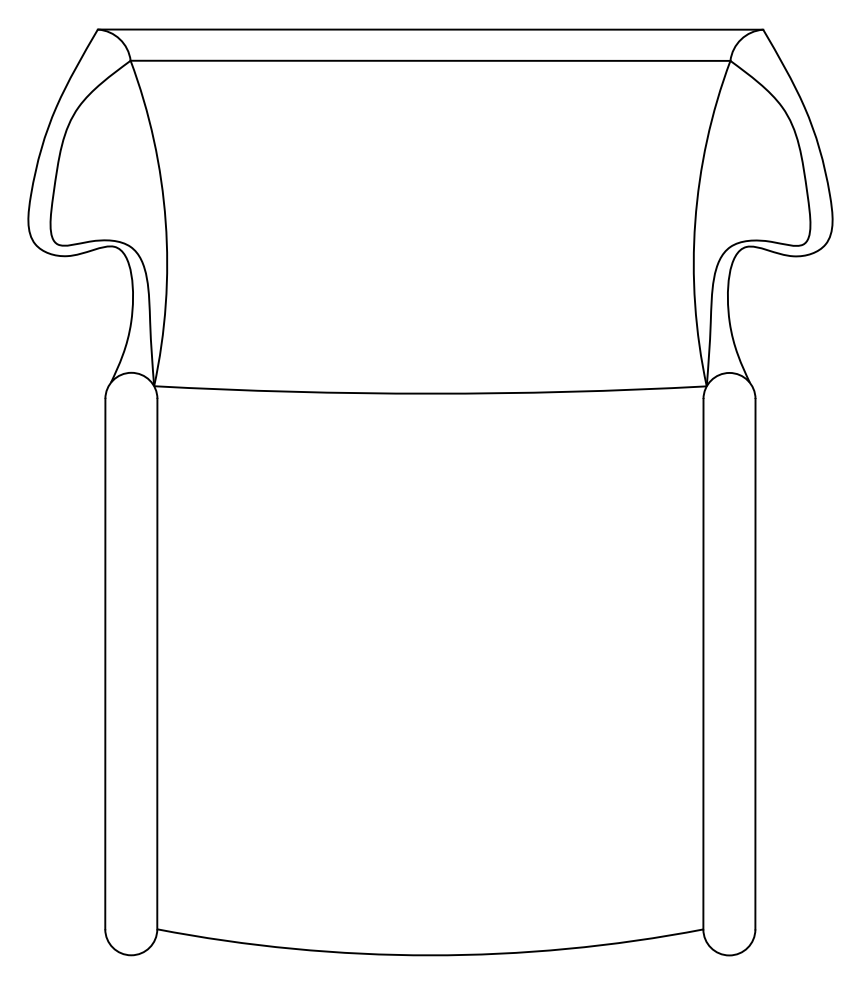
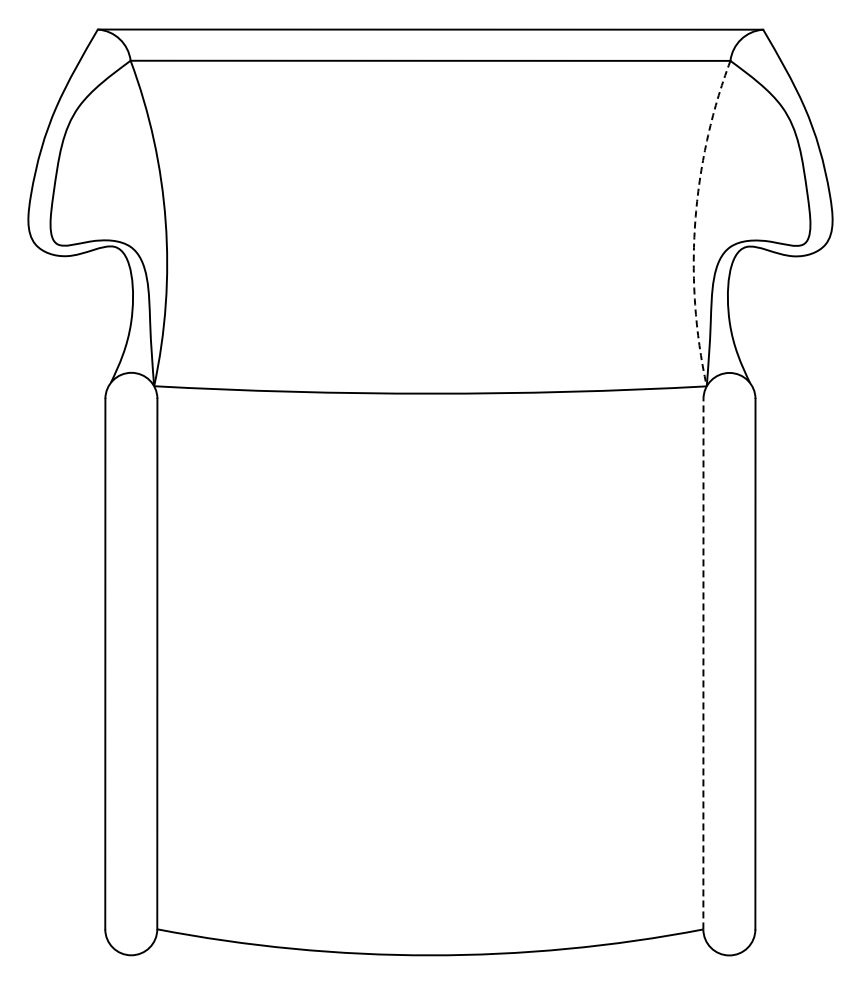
arc at (695, 221): solid -> dashed
line at (703, 663): solid -> dashed
